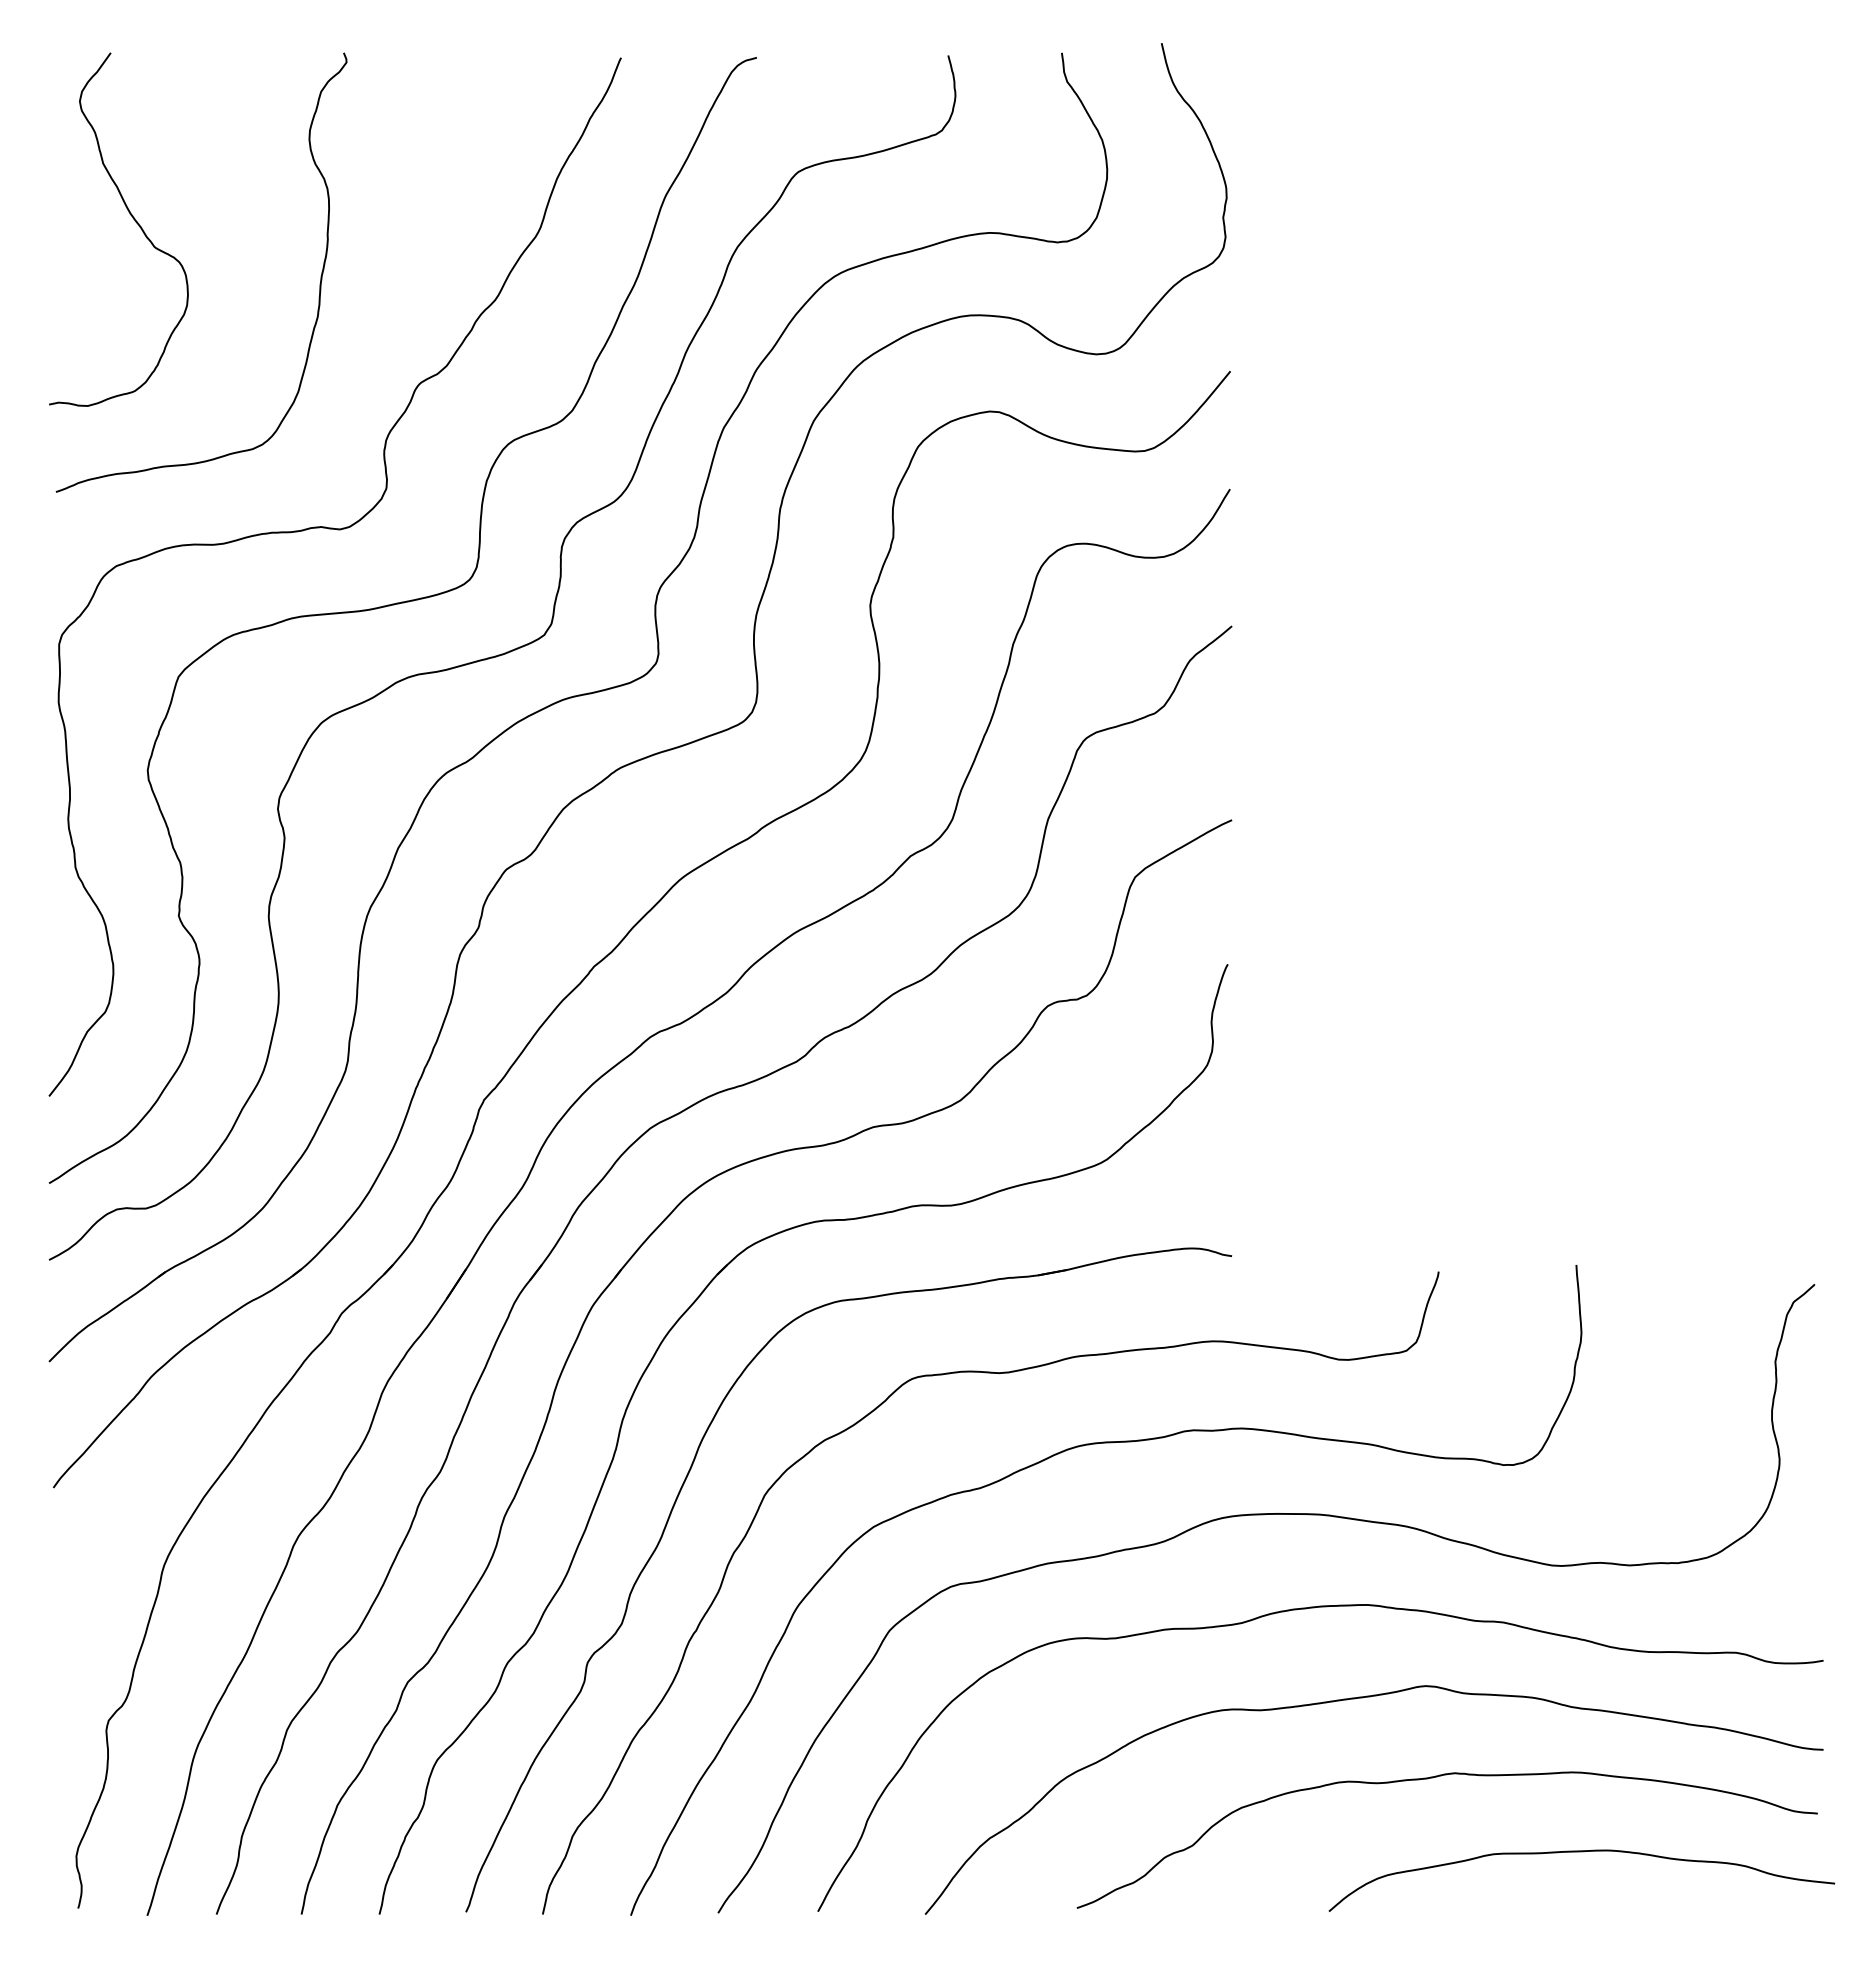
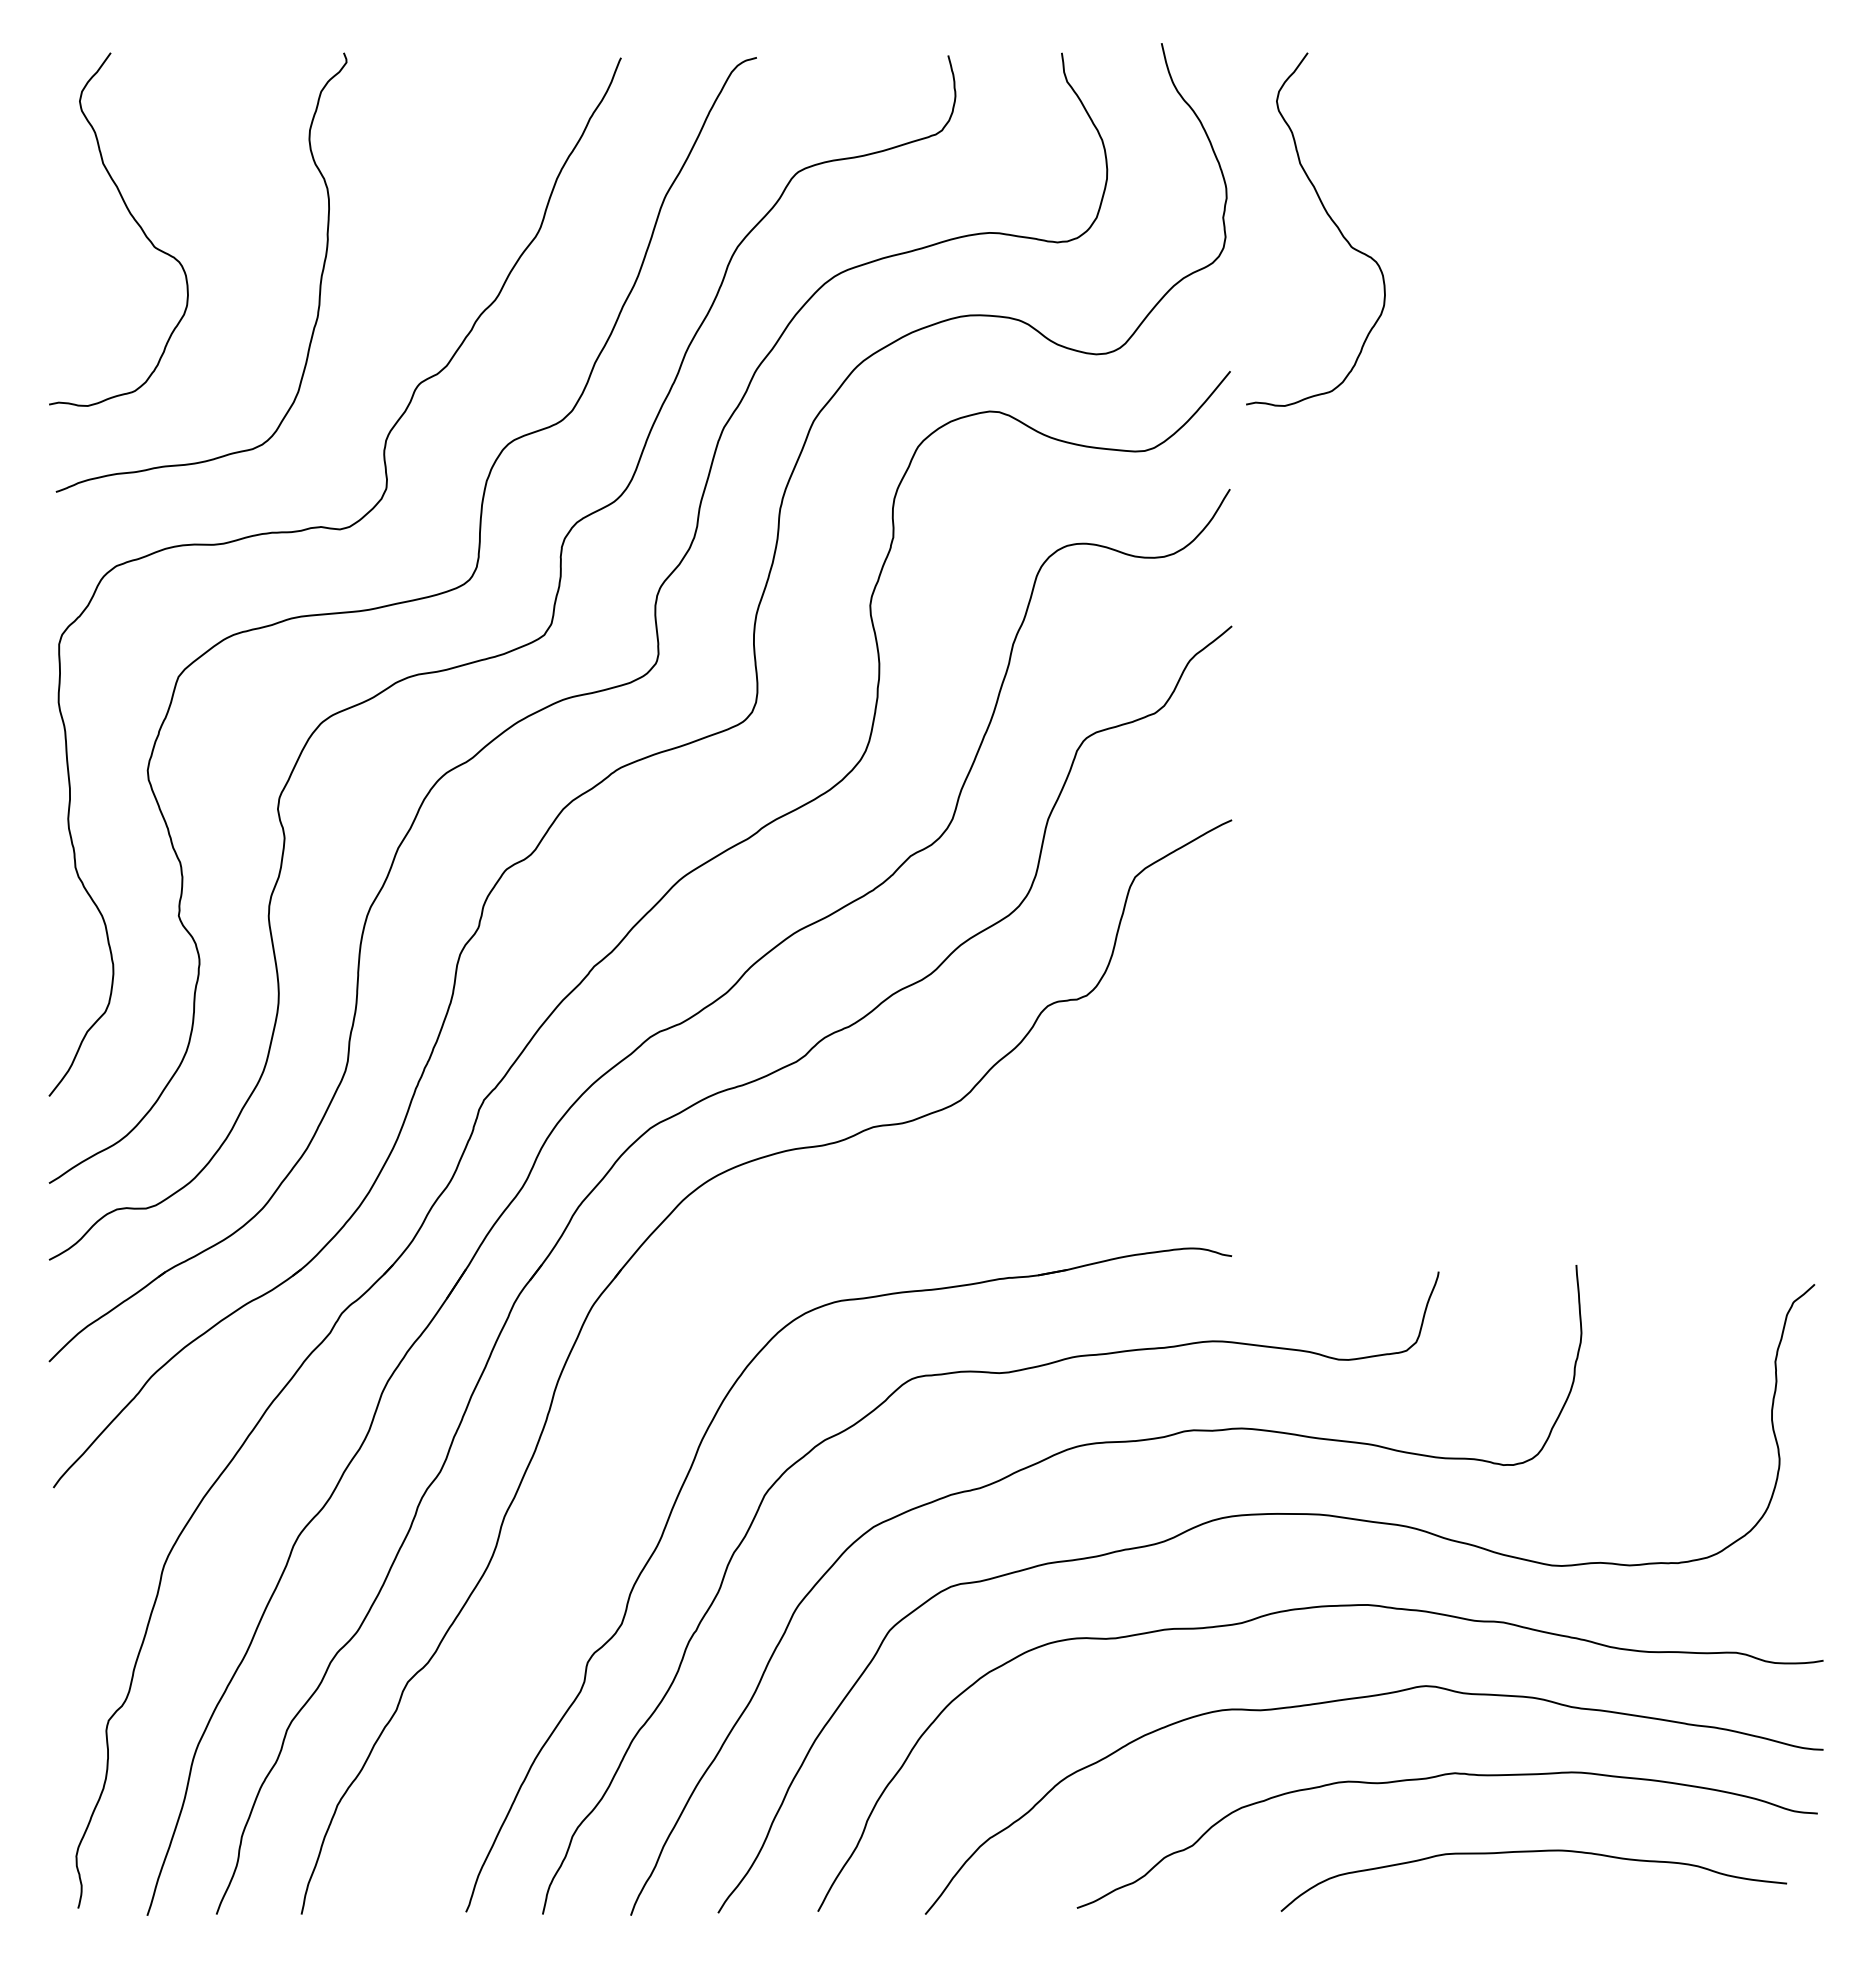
curve at (1329, 218): none -> present
part at (654, 1357): present -> none
curve at (1581, 1852) position: (1581, 1852) -> (1533, 1852)
